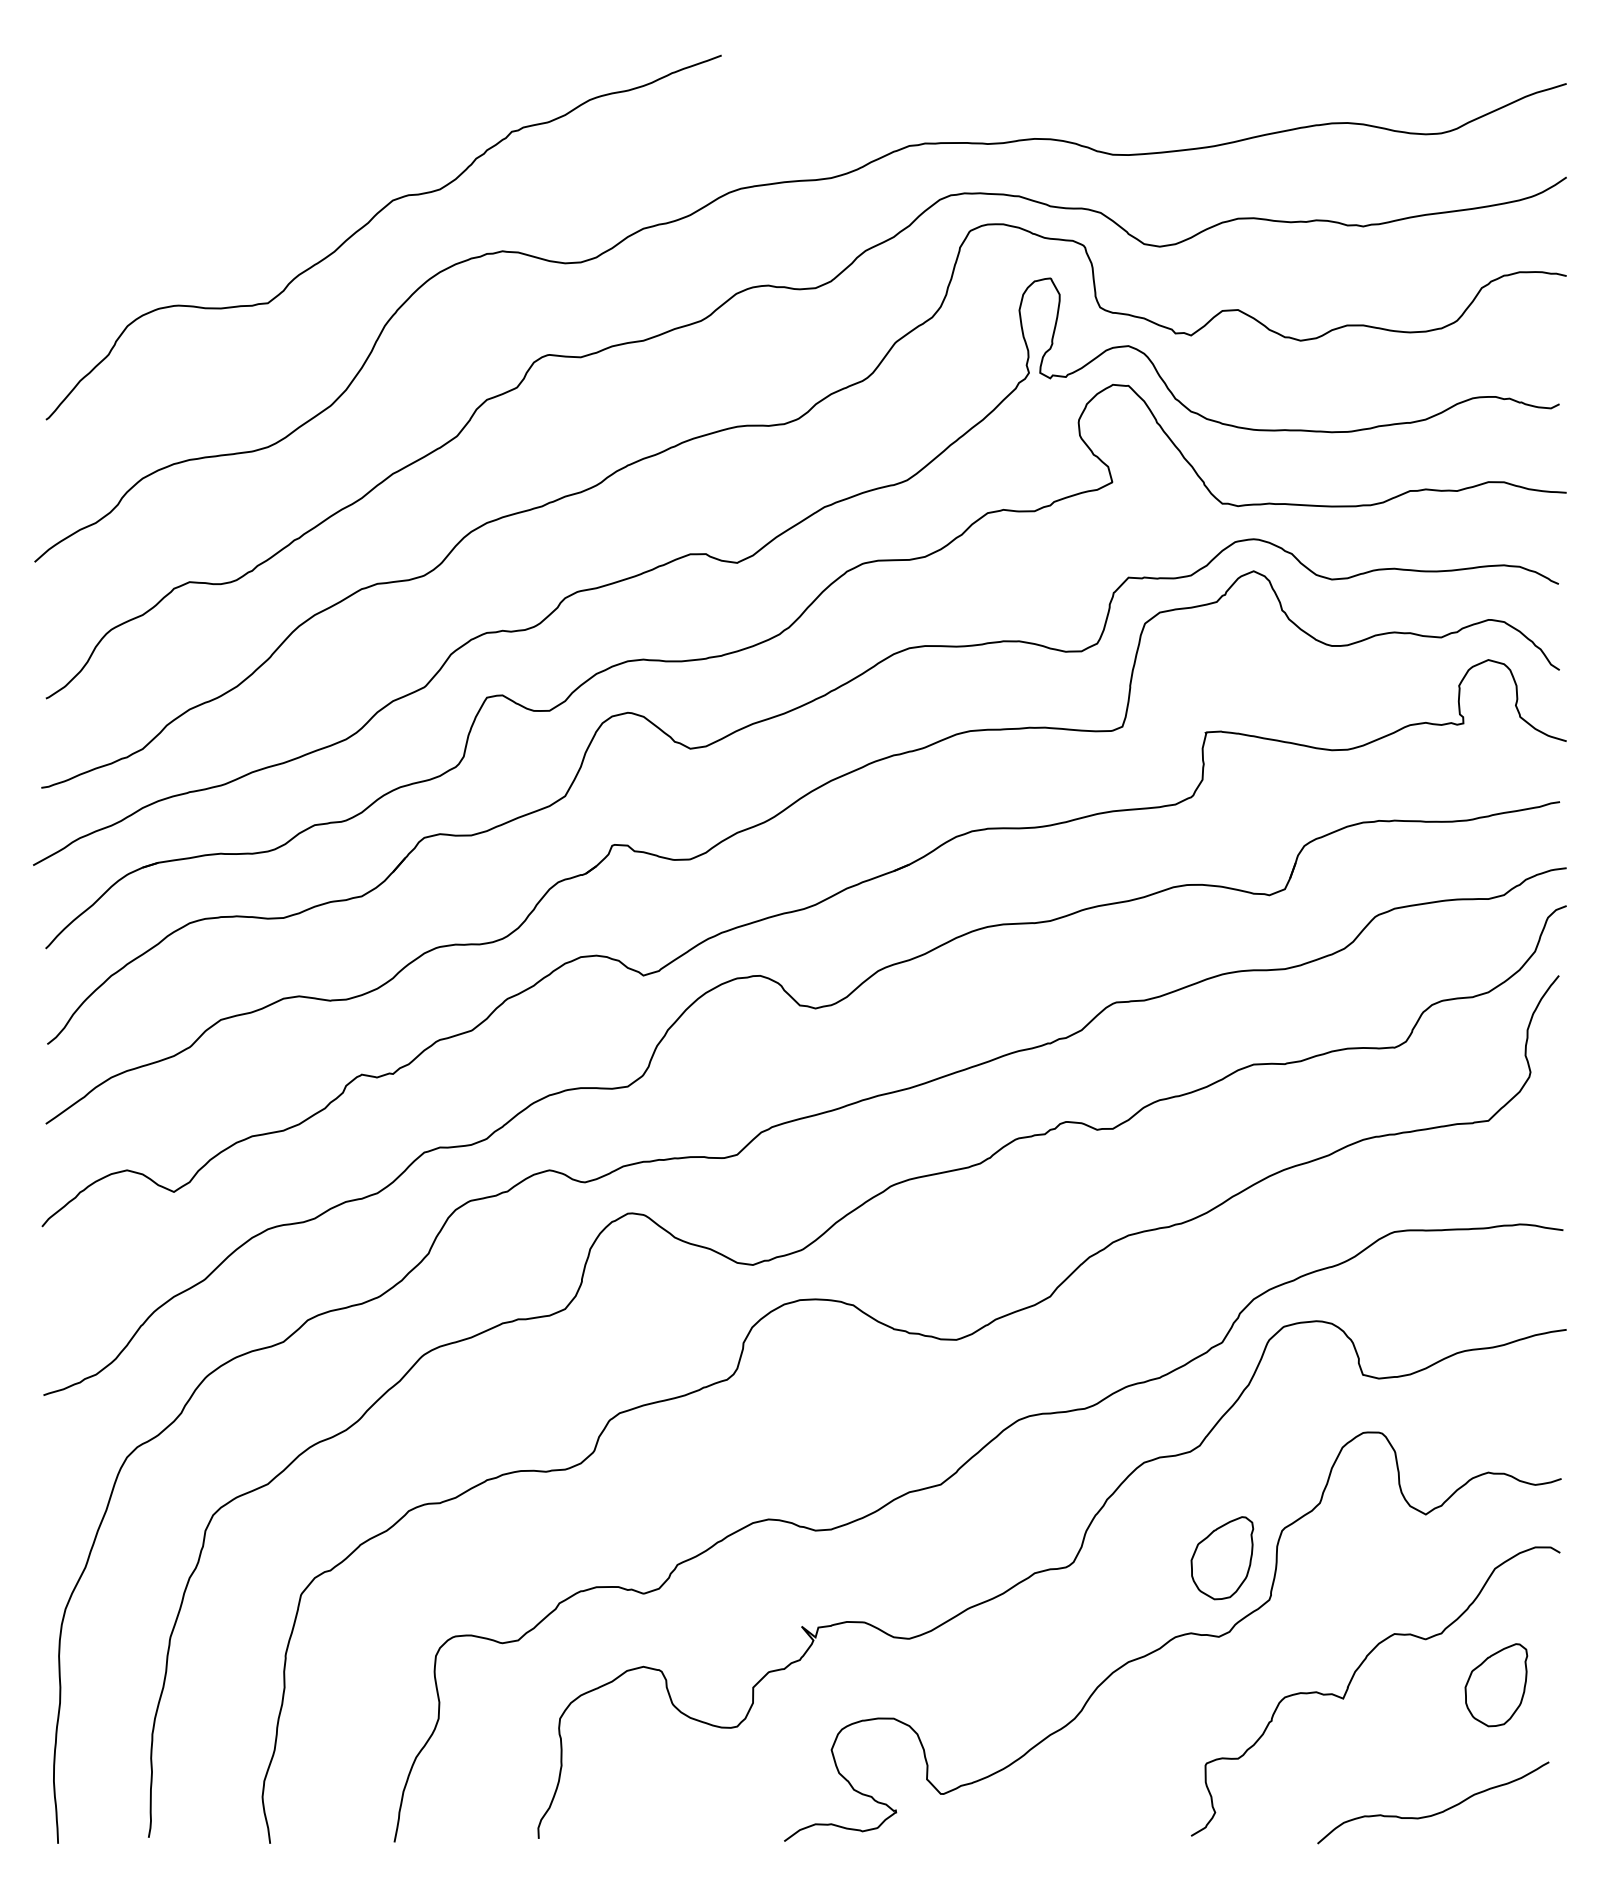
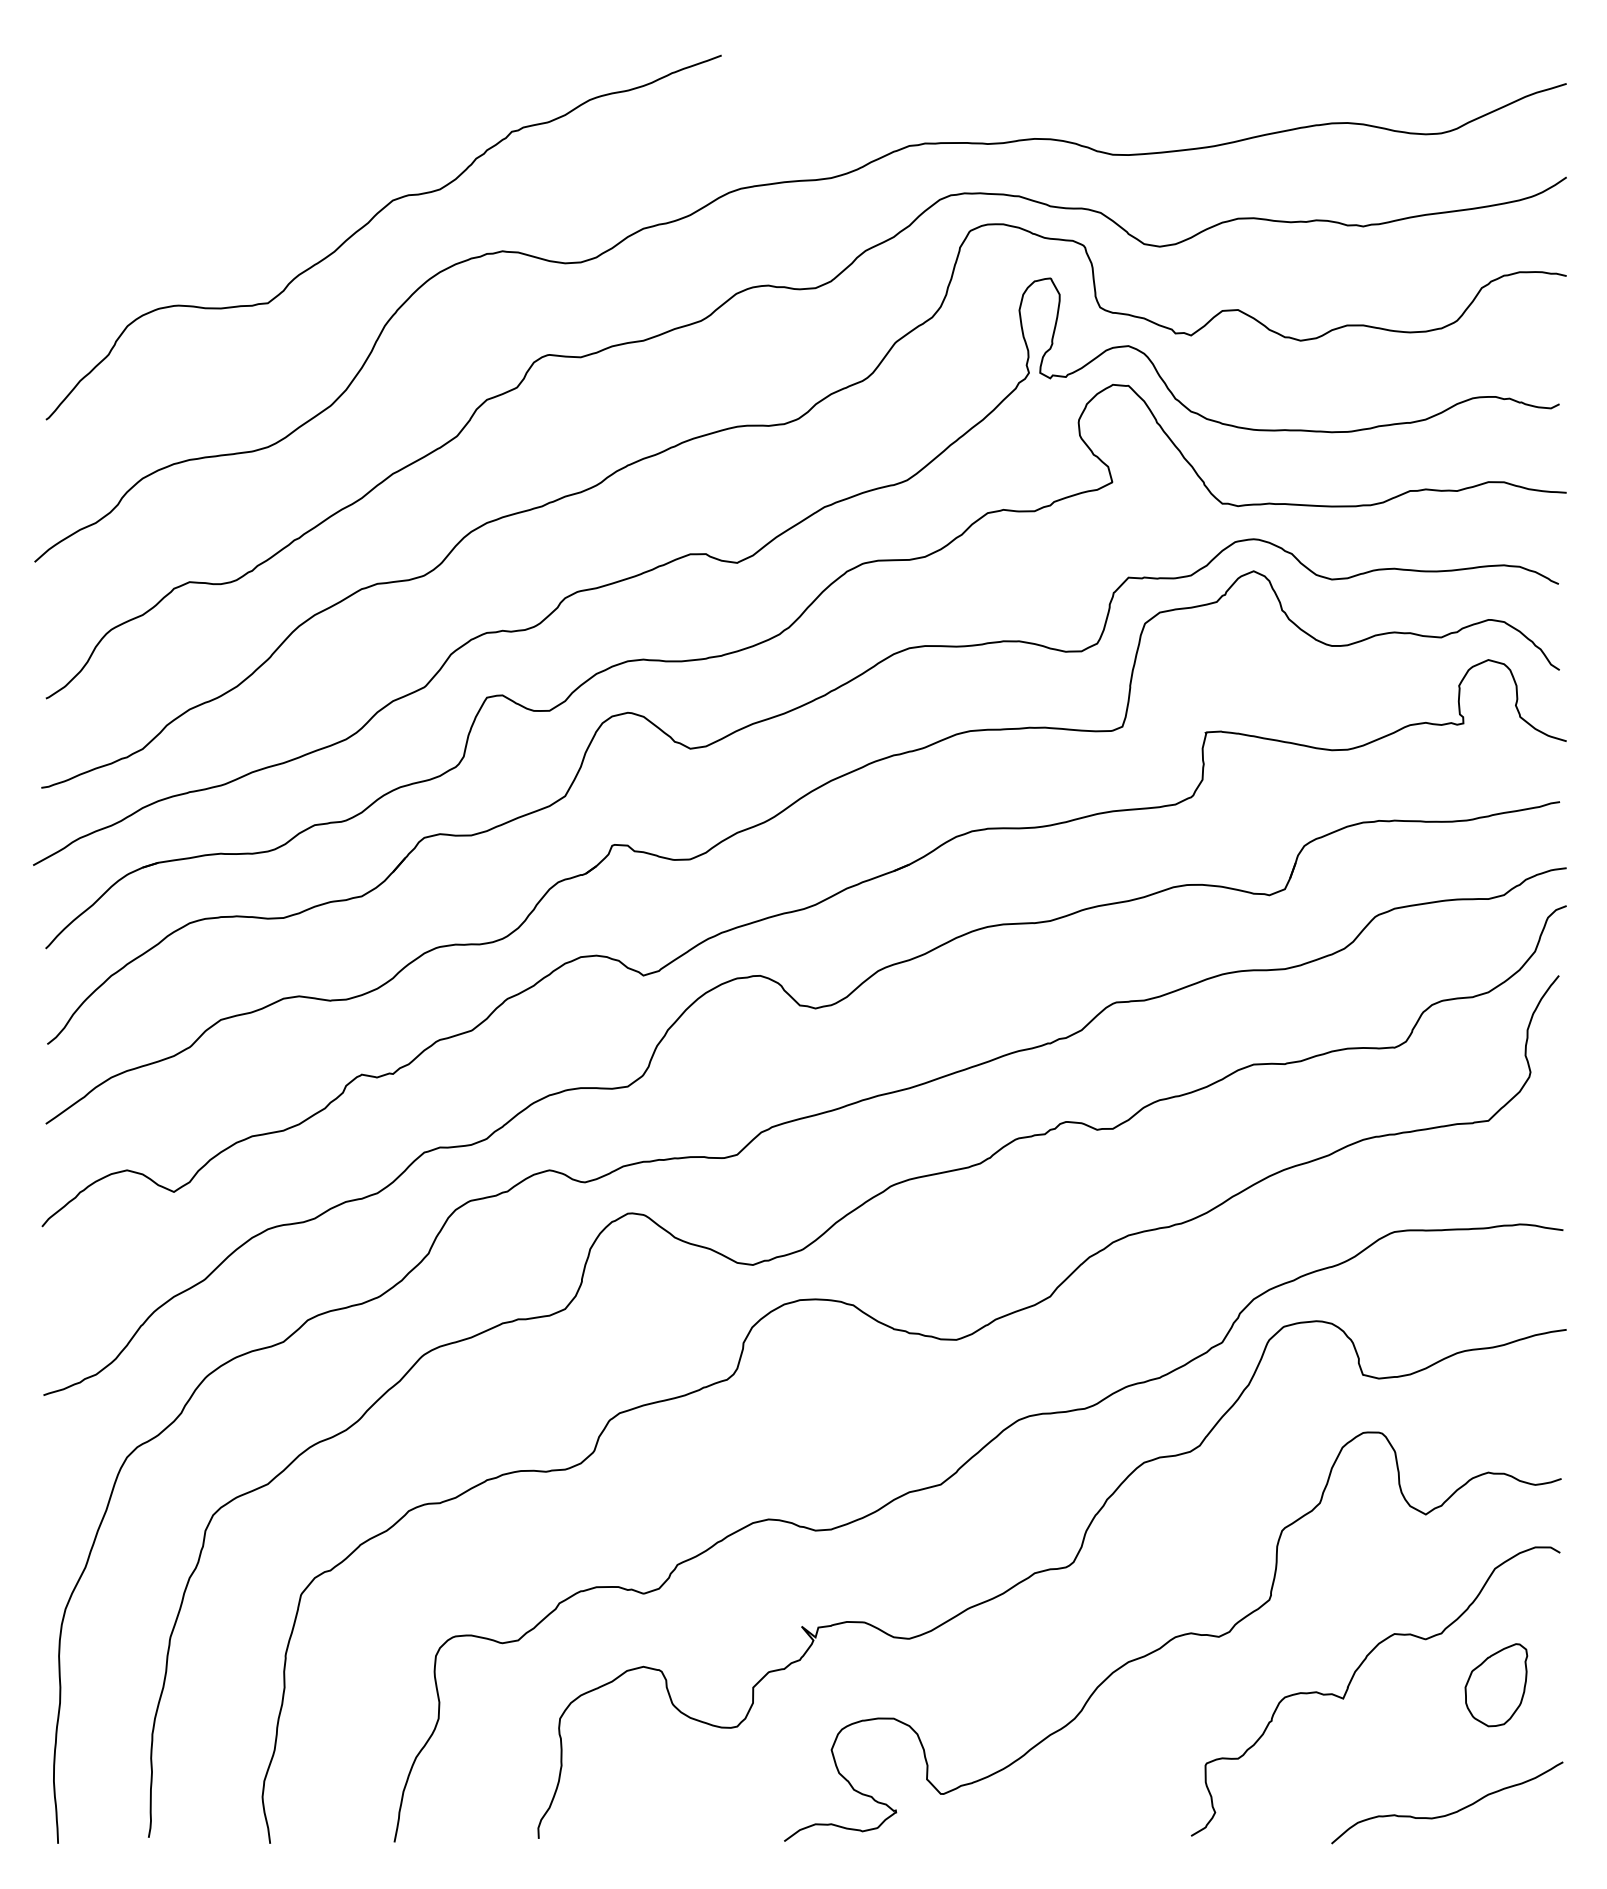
part at (1222, 1558): present -> none
curve at (1437, 1812) position: (1437, 1812) -> (1451, 1812)
